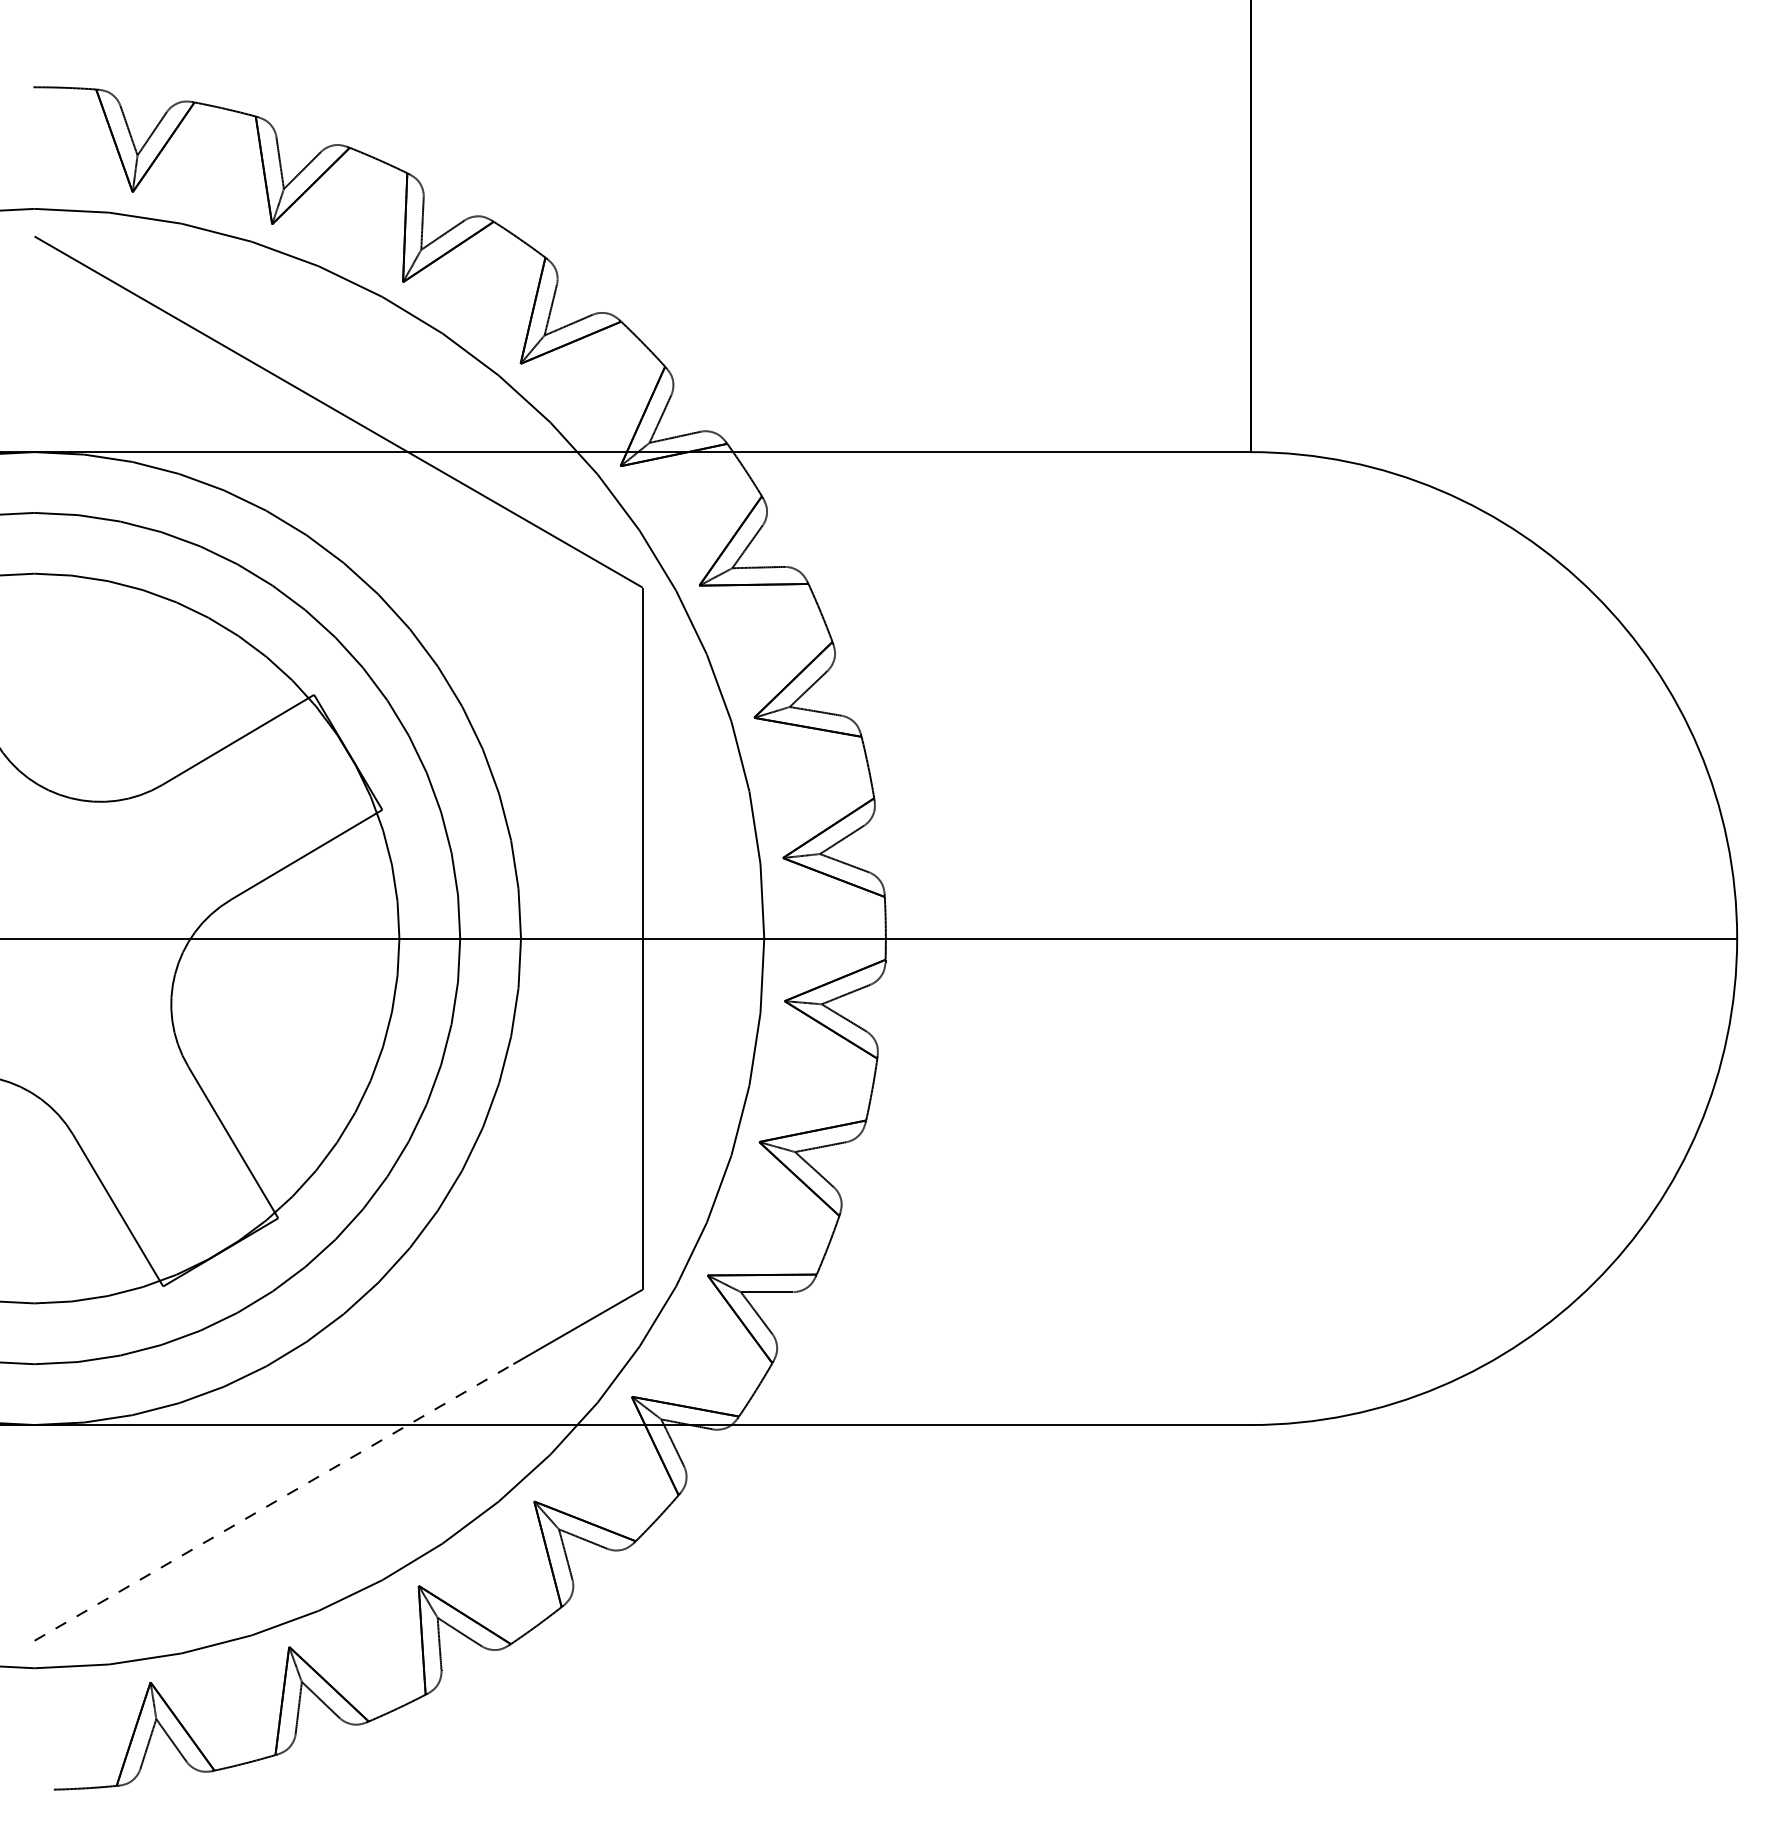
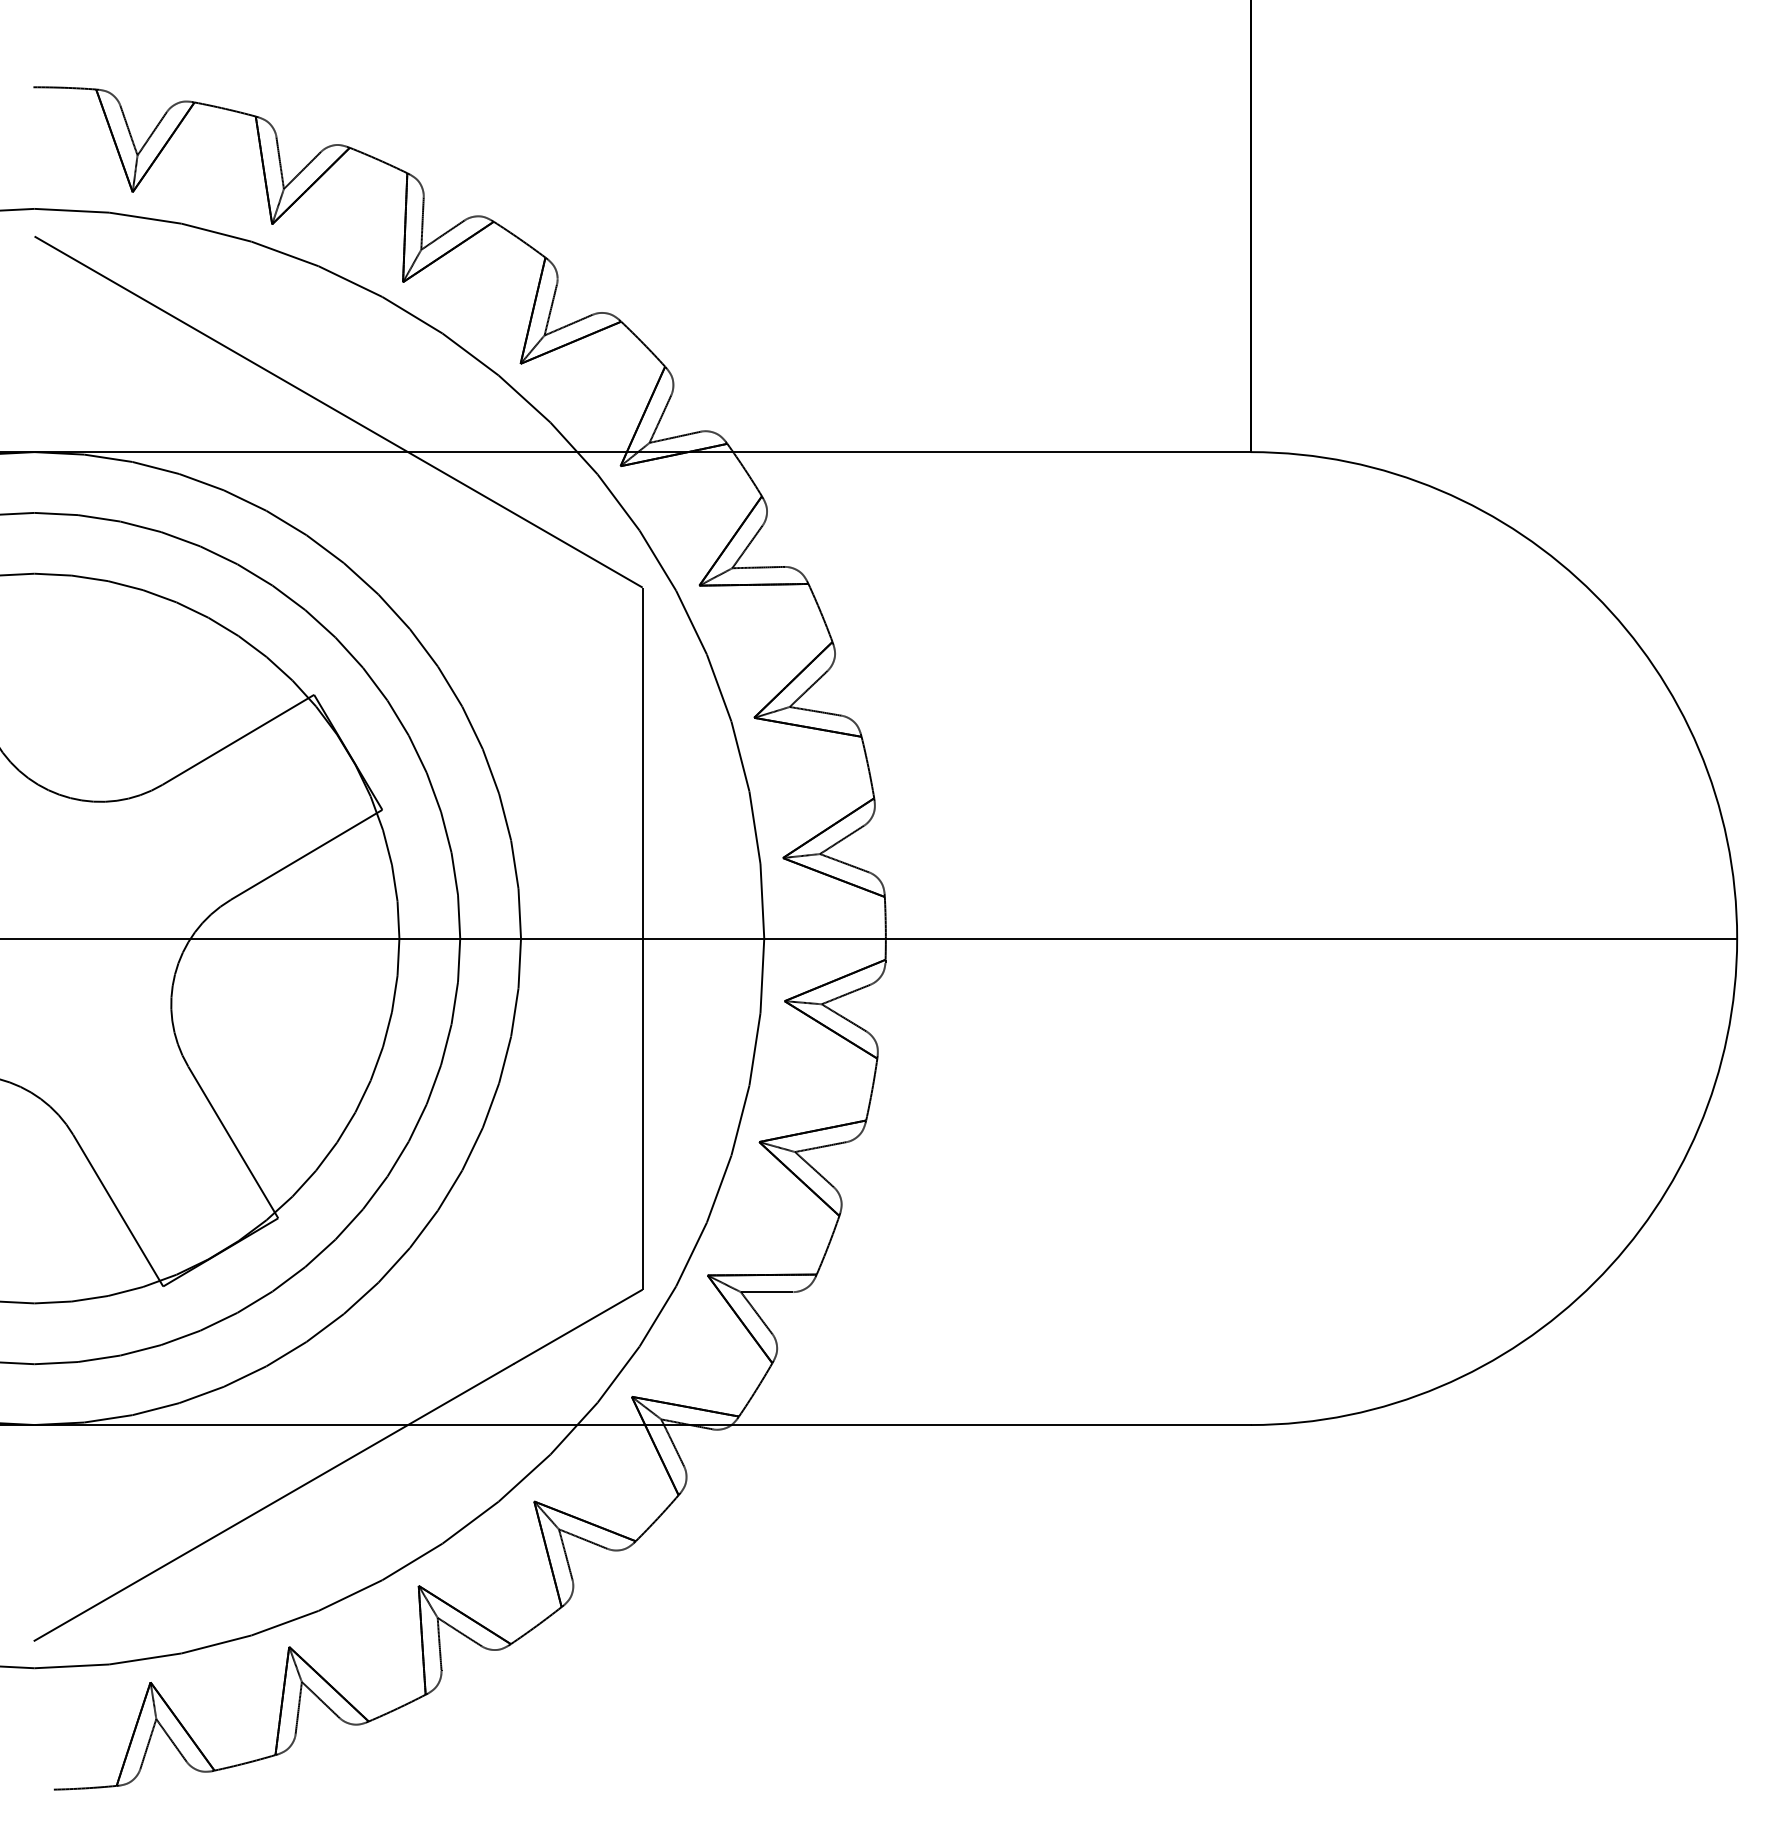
line at (274, 1502): dashed -> solid
